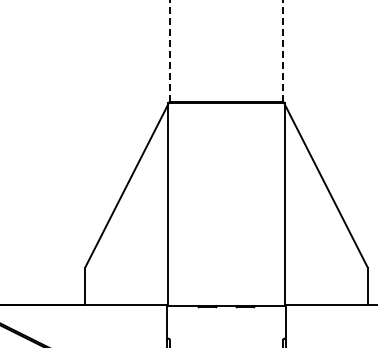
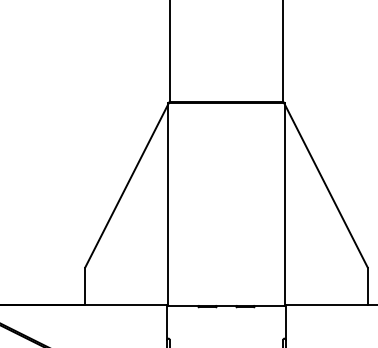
line at (169, 51): dashed -> solid
line at (283, 51): dashed -> solid
